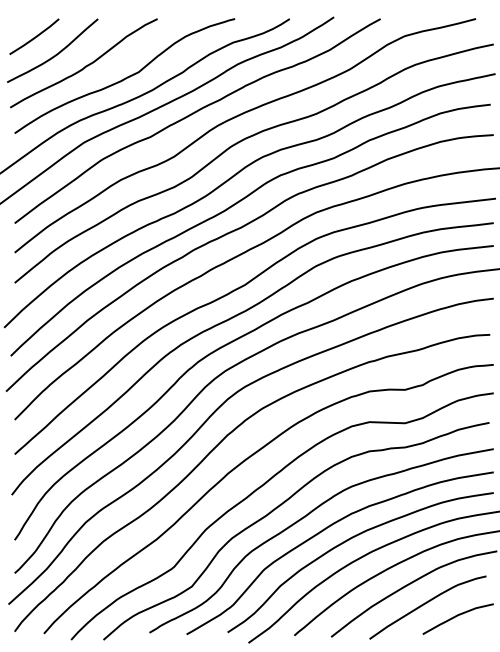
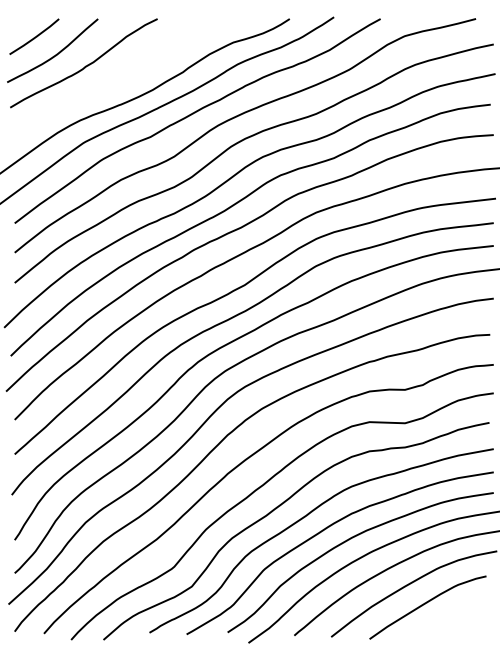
curve at (125, 77): present -> none
curve at (456, 617): present -> none
